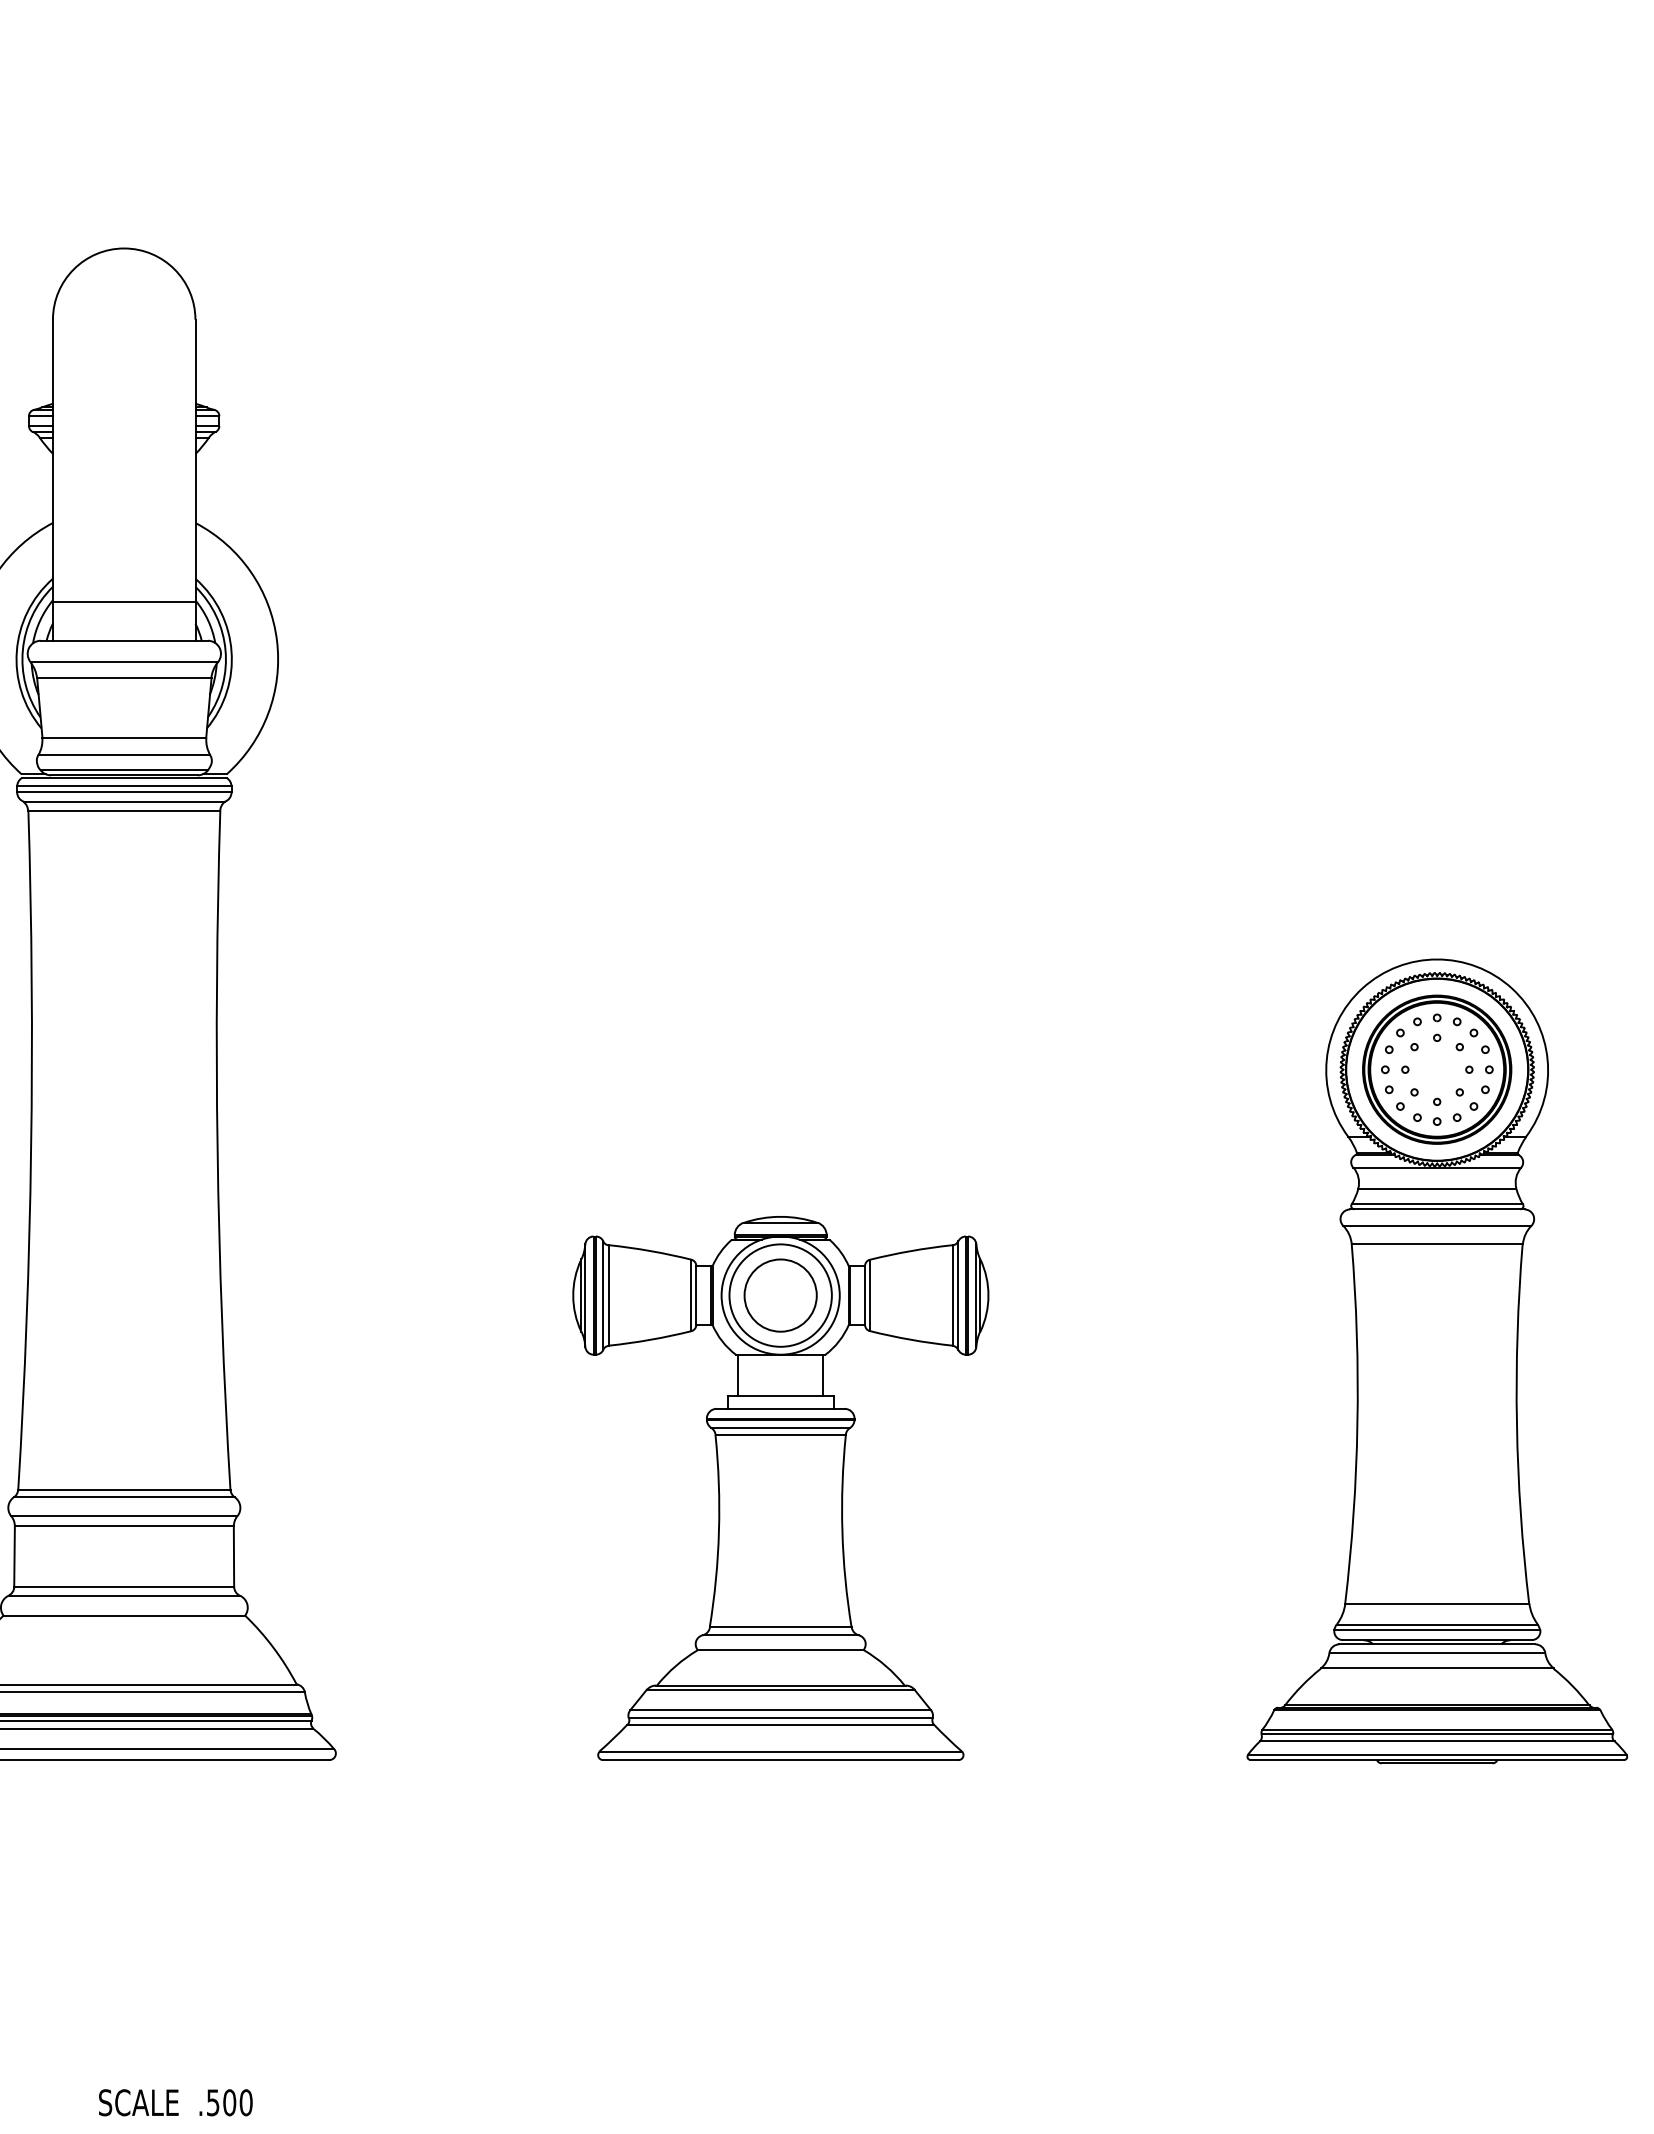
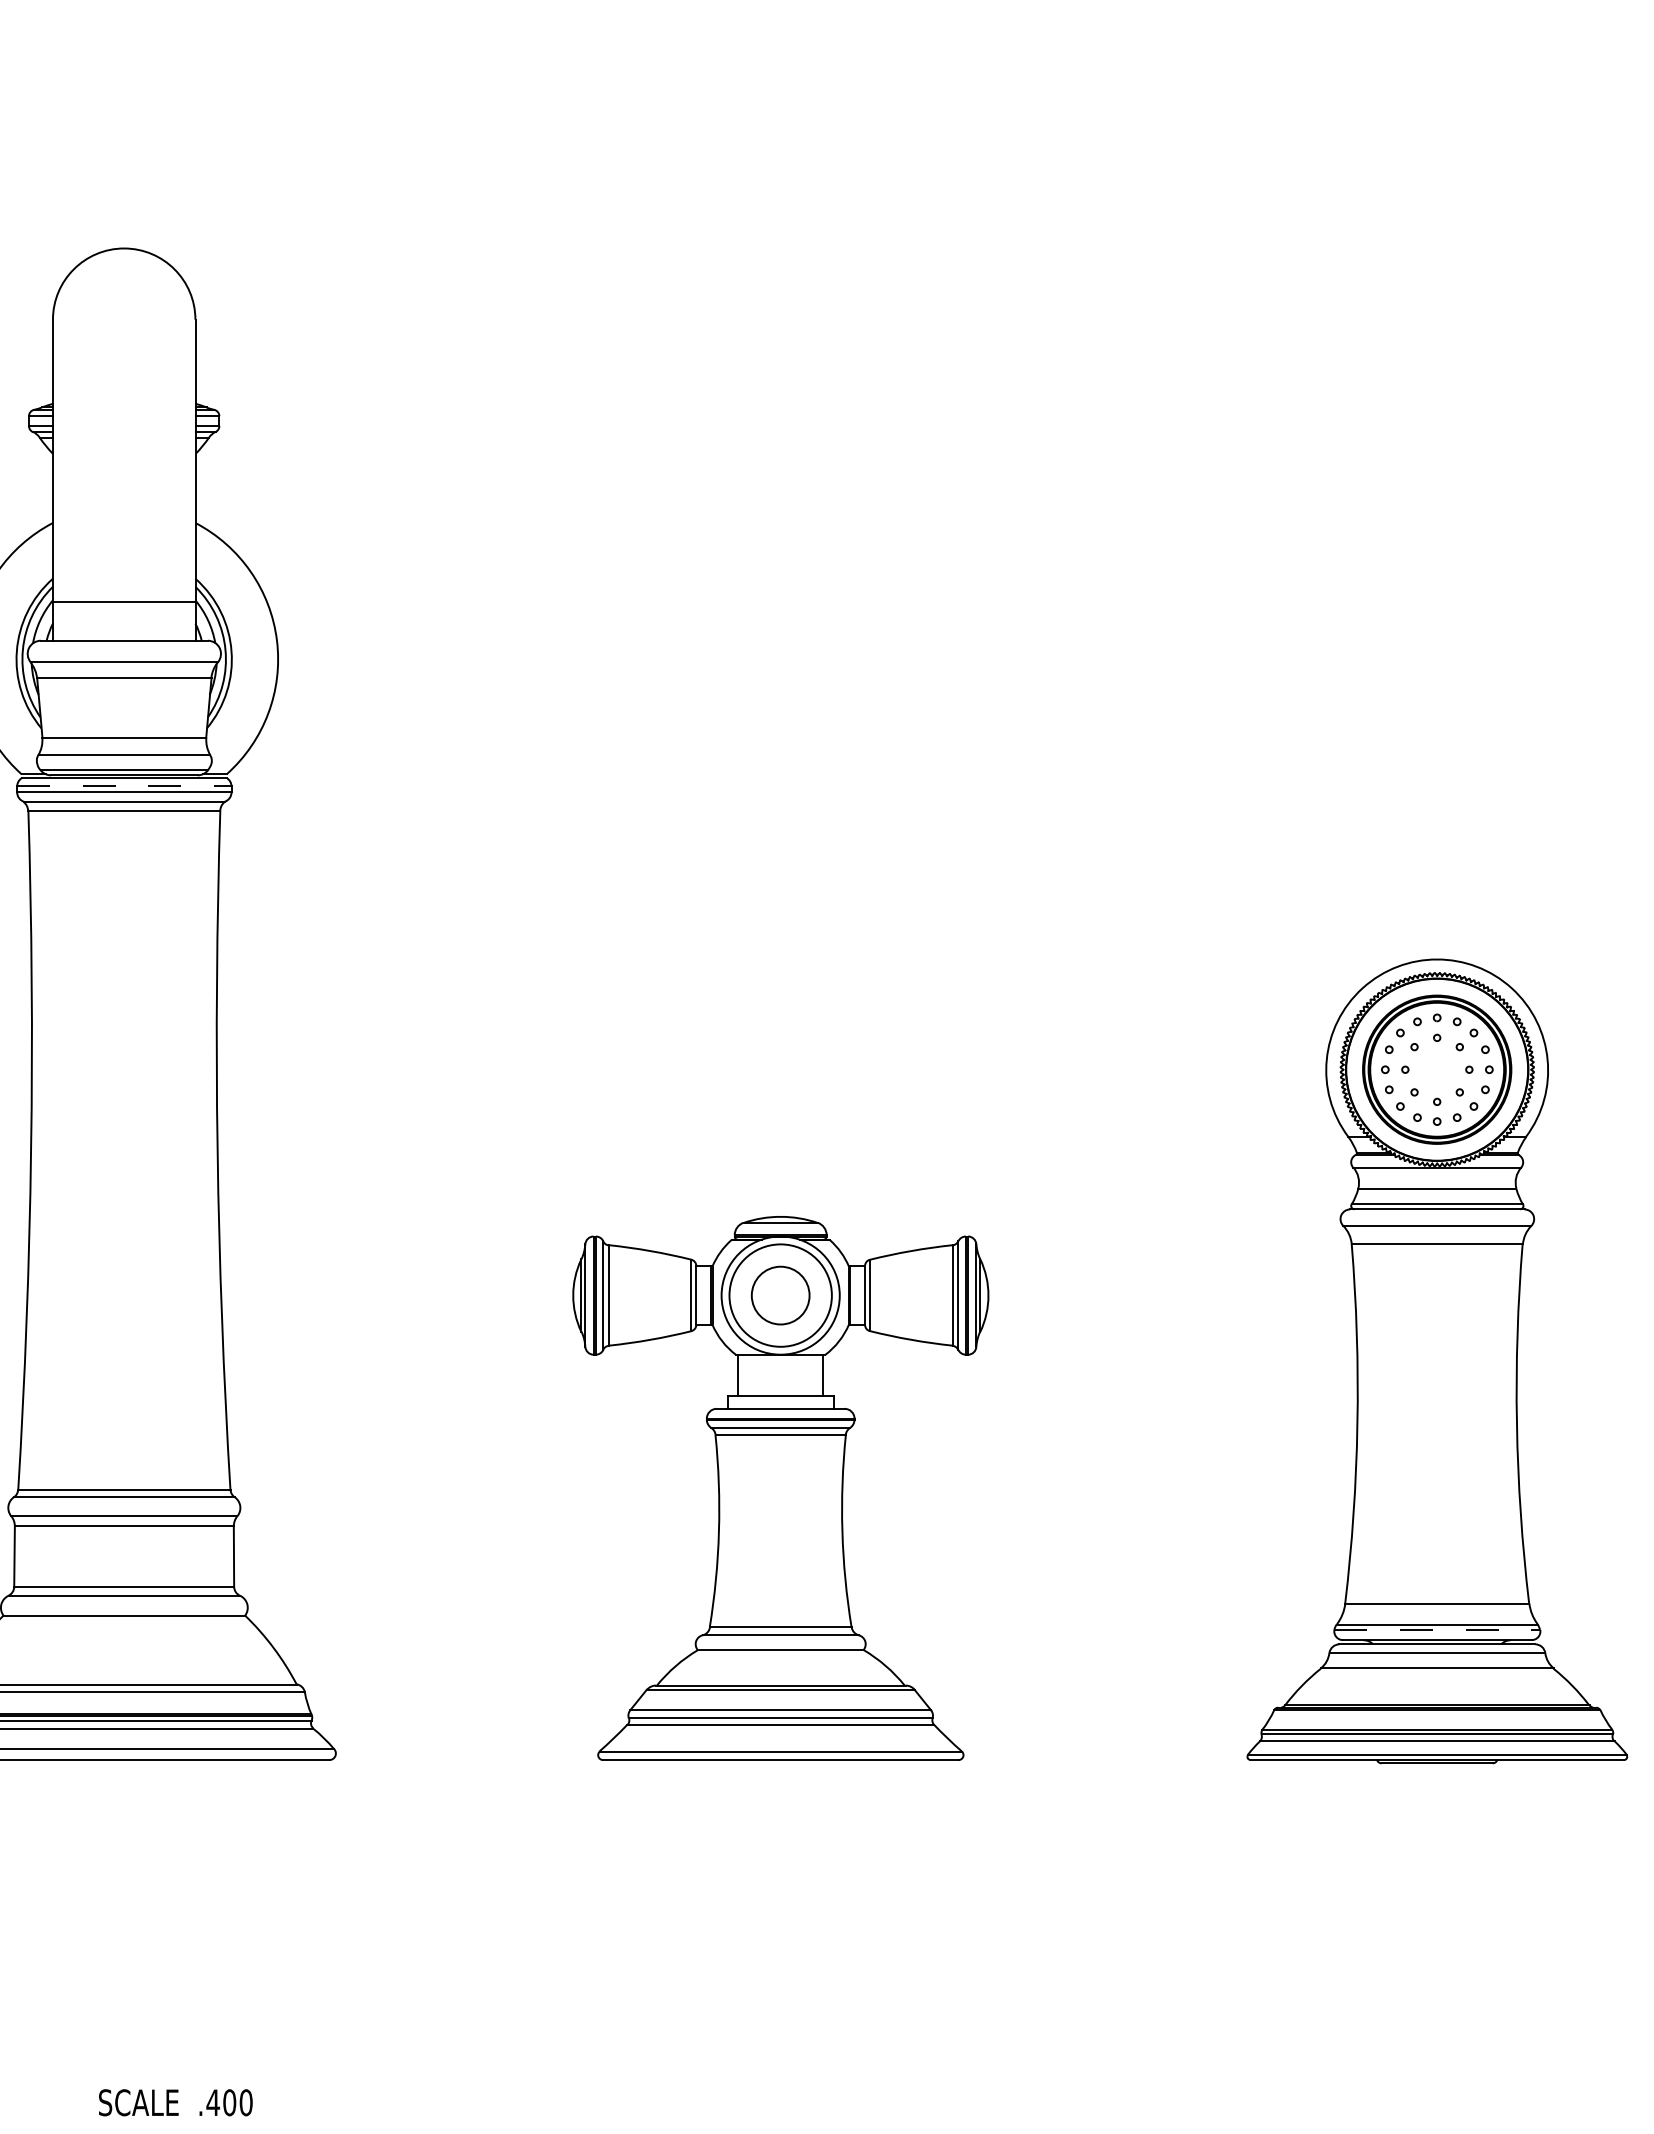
line at (124, 786): solid -> dashed
circle at (780, 1295) diameter: 72 px -> 58 px
line at (1437, 1629): solid -> dashed
text at (212, 2102): .500 -> .400
